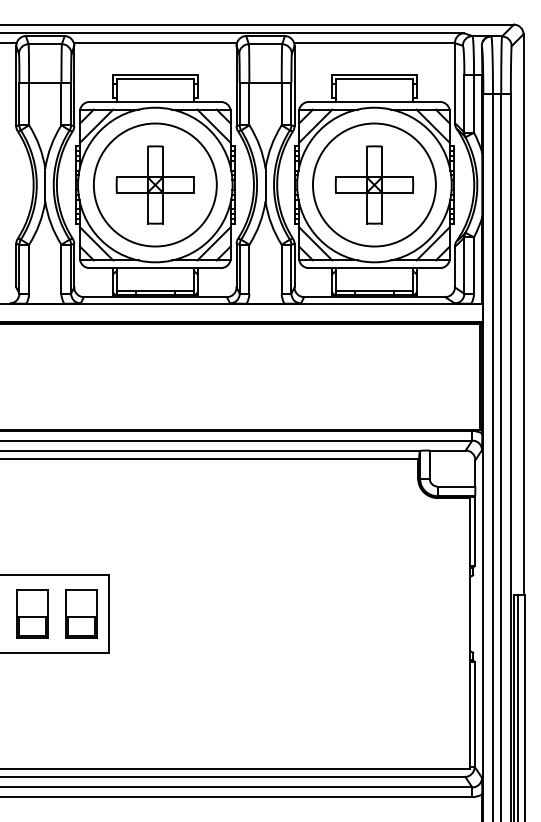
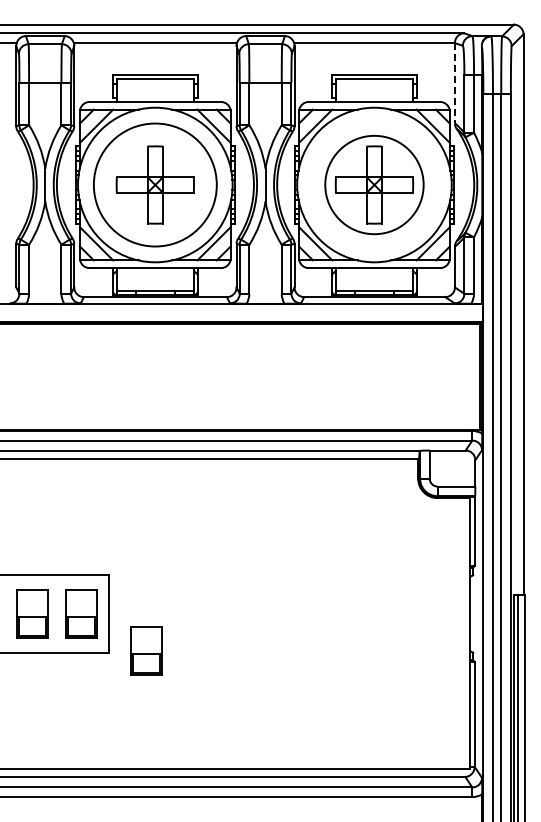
line at (454, 83): solid -> dashed
circle at (373, 184) diameter: 123 px -> 98 px
part at (146, 650): none -> present
